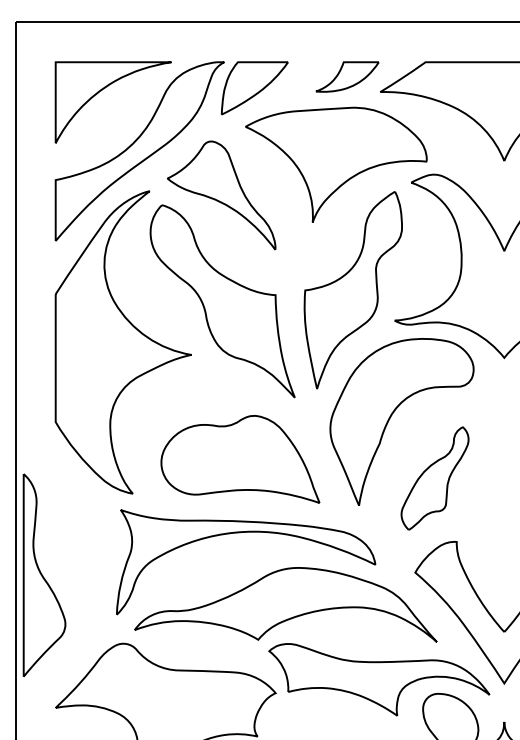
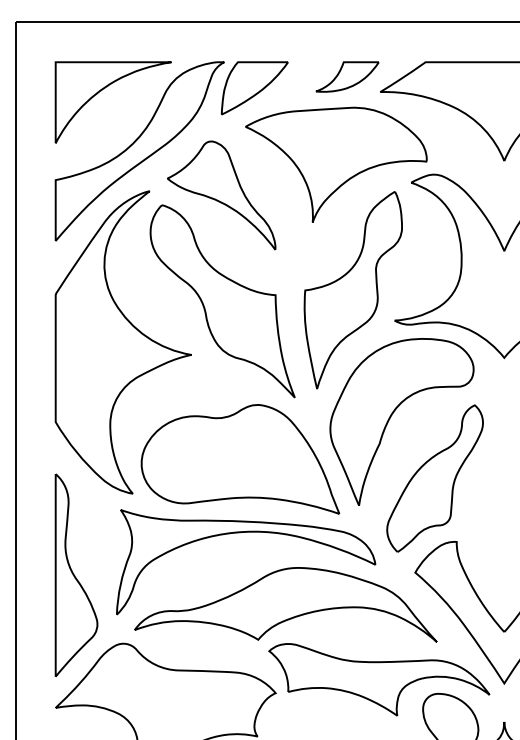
part at (240, 459) size: 161x89 px -> 201x111 px
part at (434, 478) size: 70x105 px -> 98x149 px
part at (44, 575) position: (44, 575) -> (76, 575)
